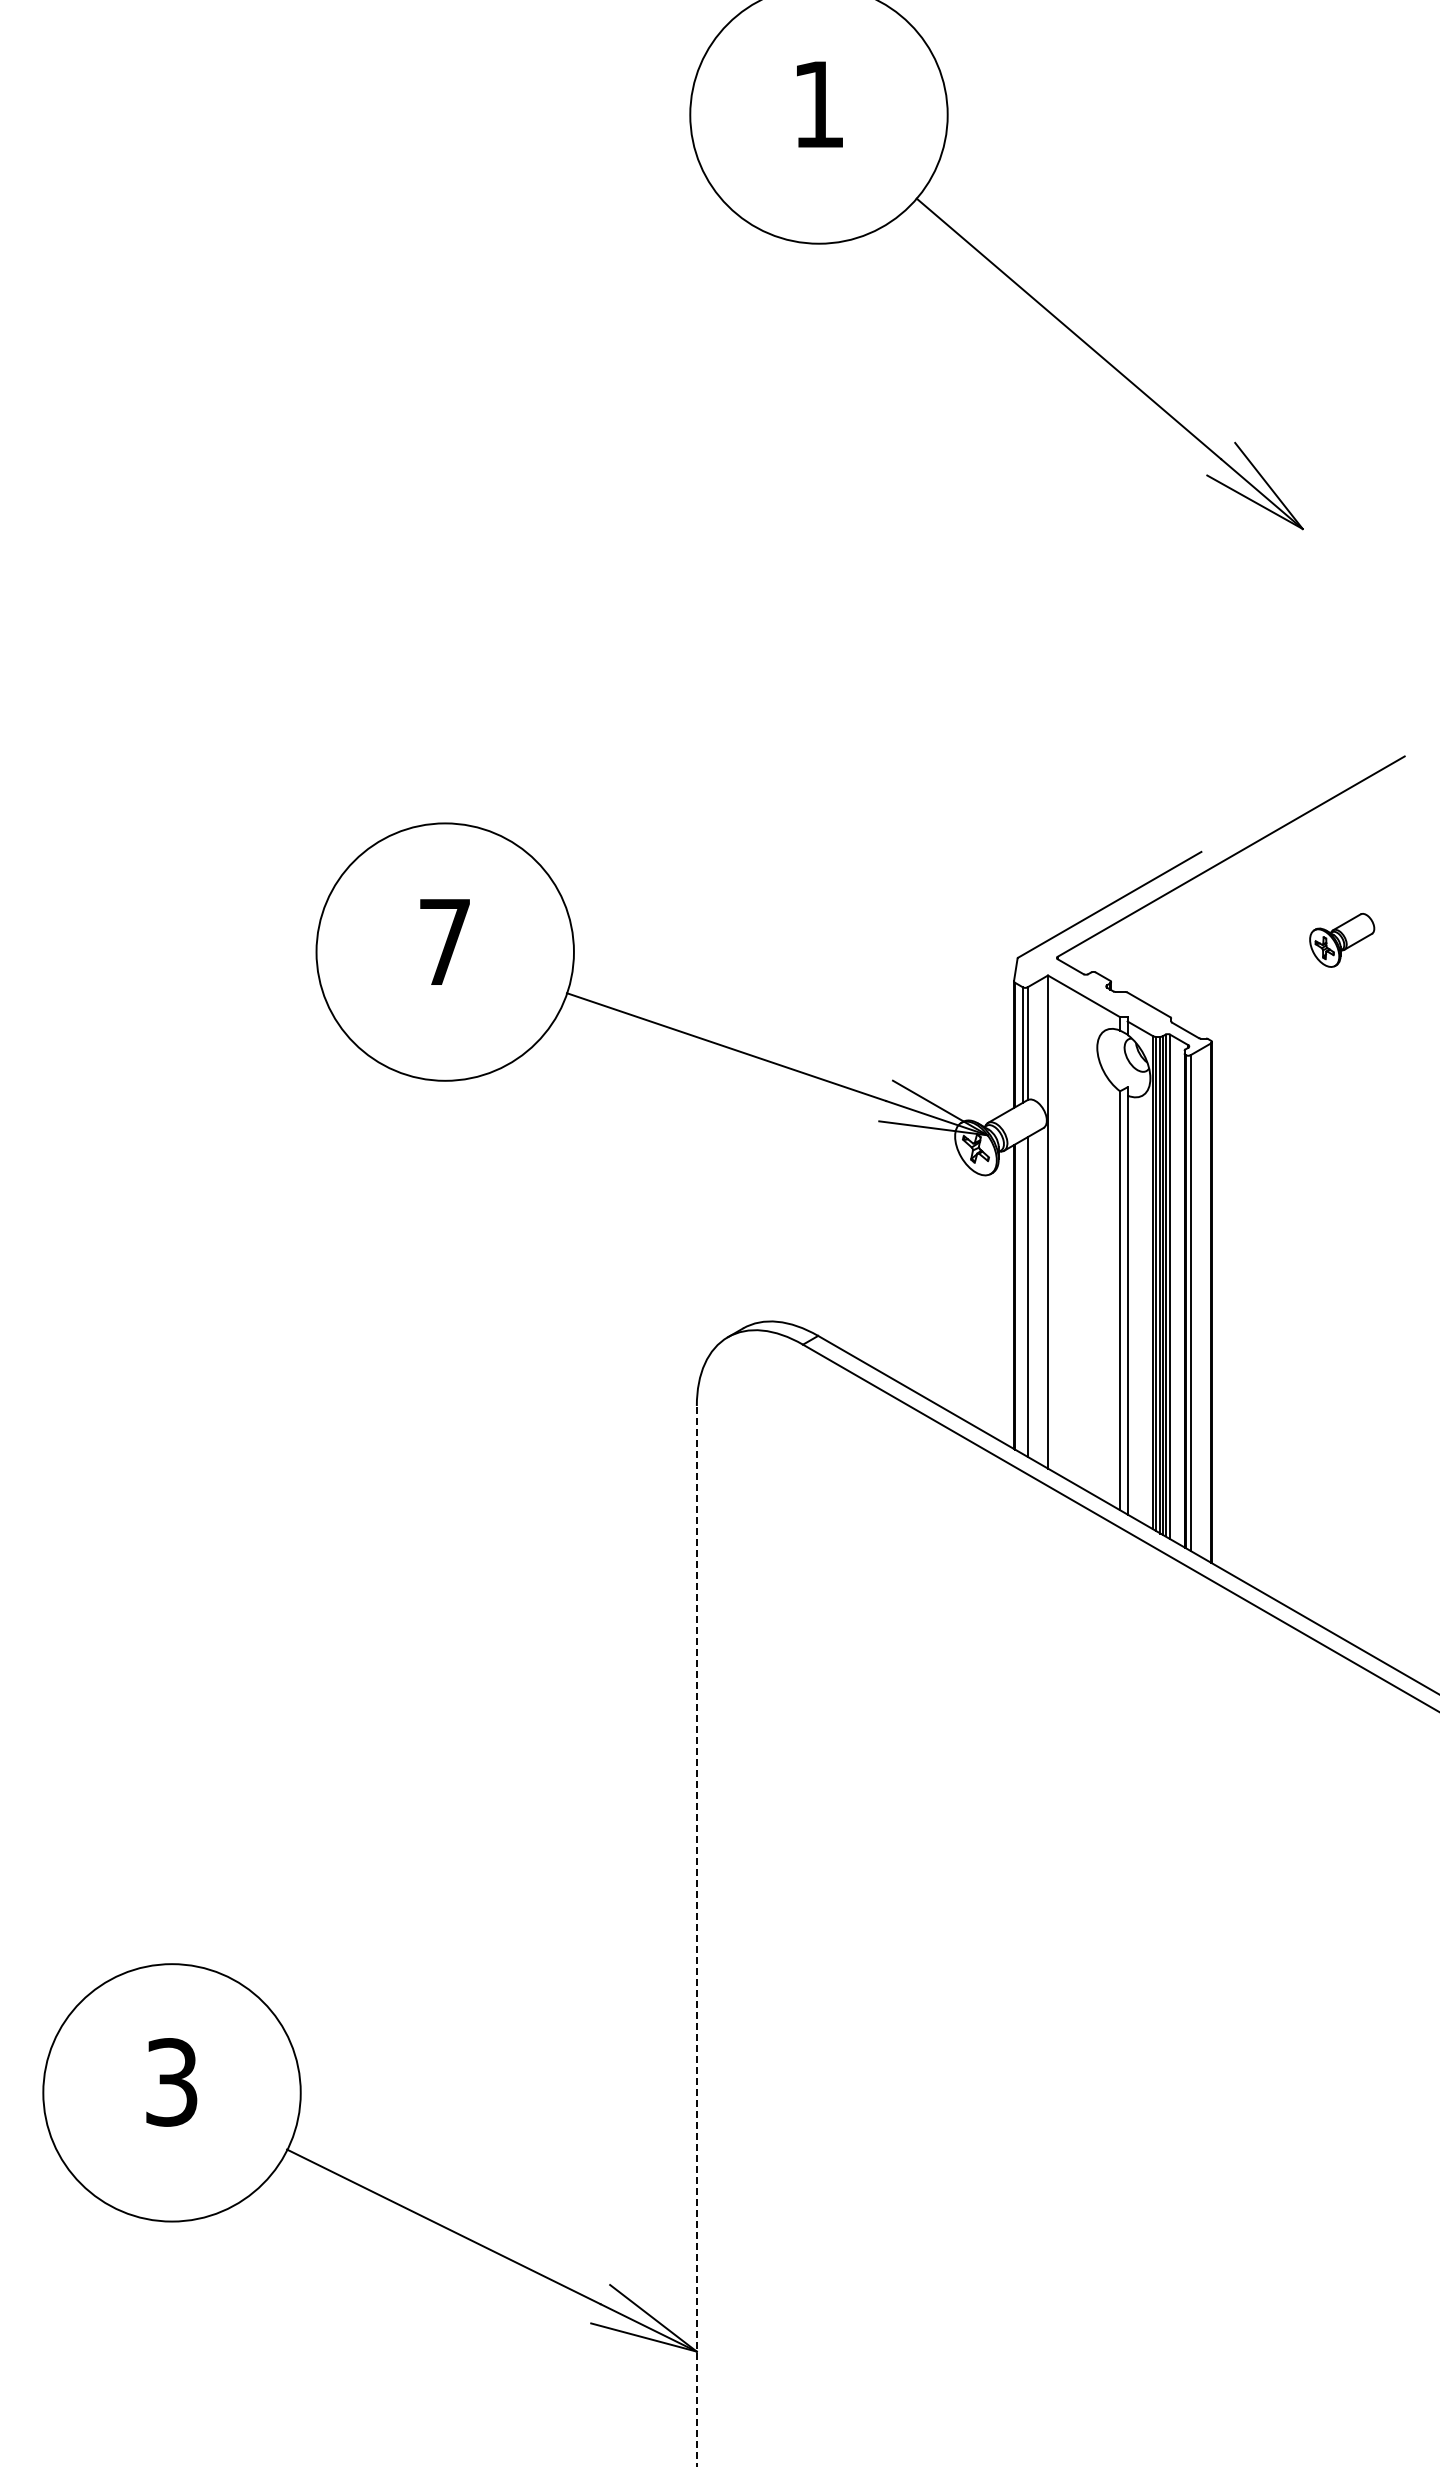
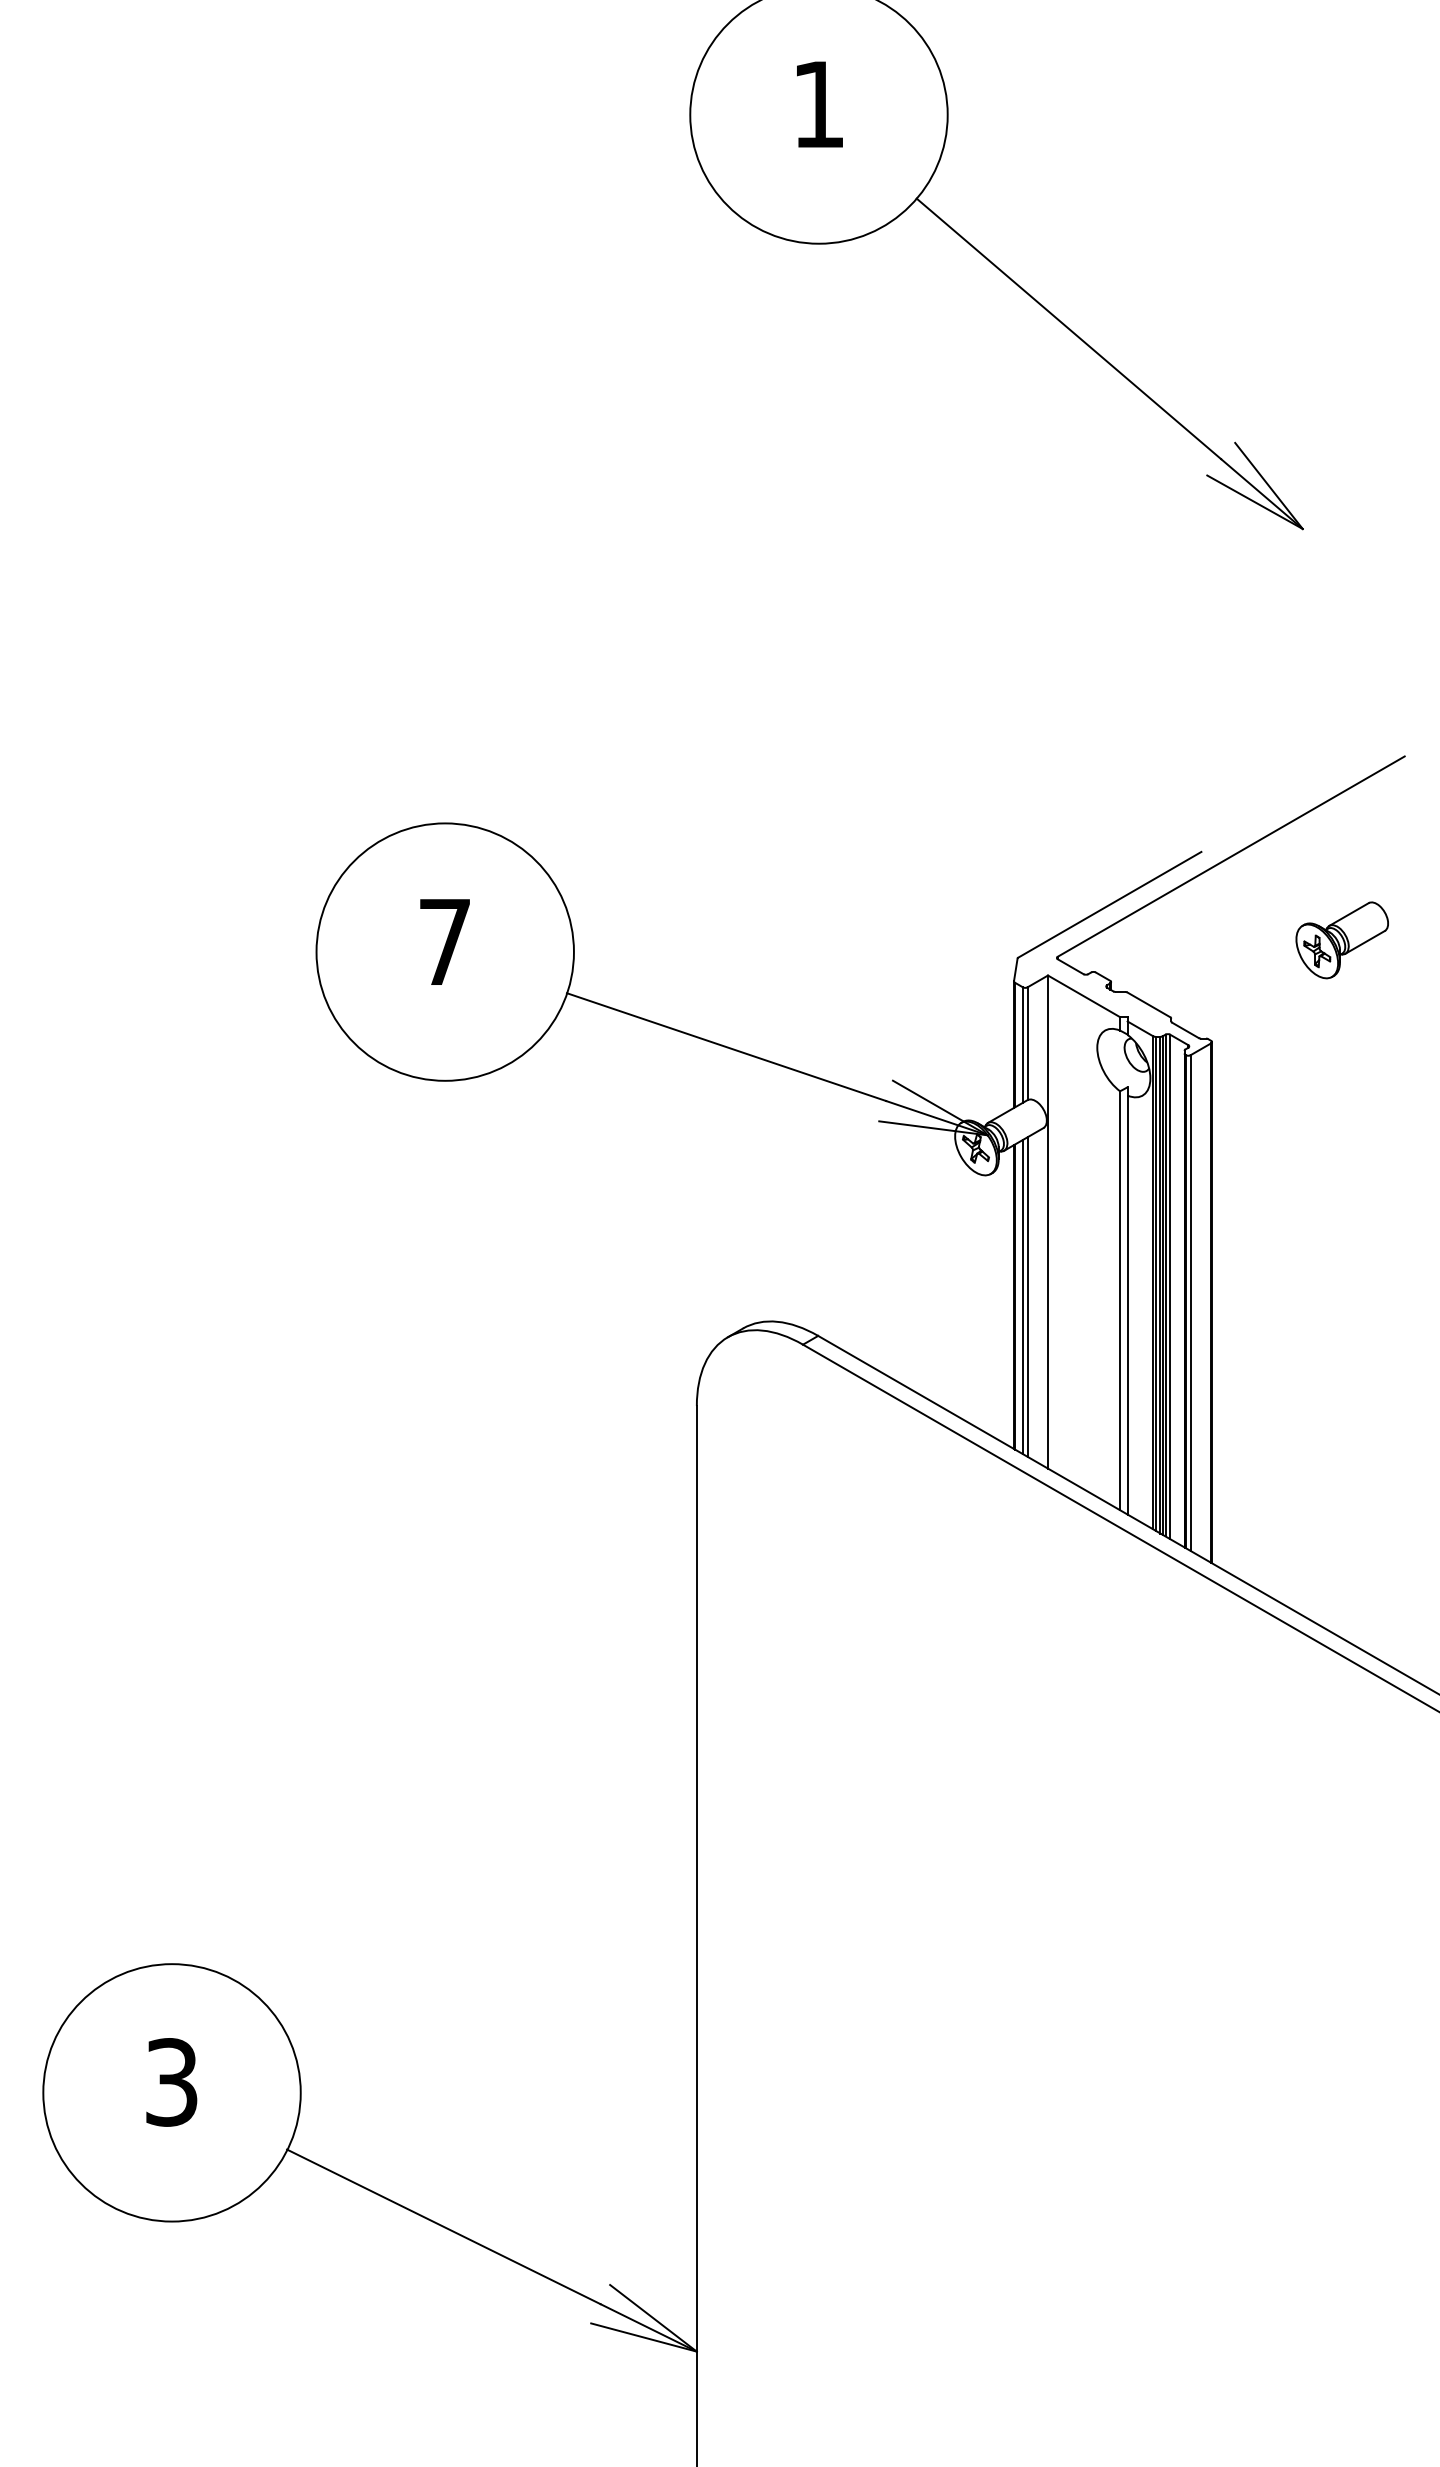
part at (1342, 940) size: 67x55 px -> 94x79 px
line at (1022, 1296): none -> present
line at (696, 1935): dashed -> solid
